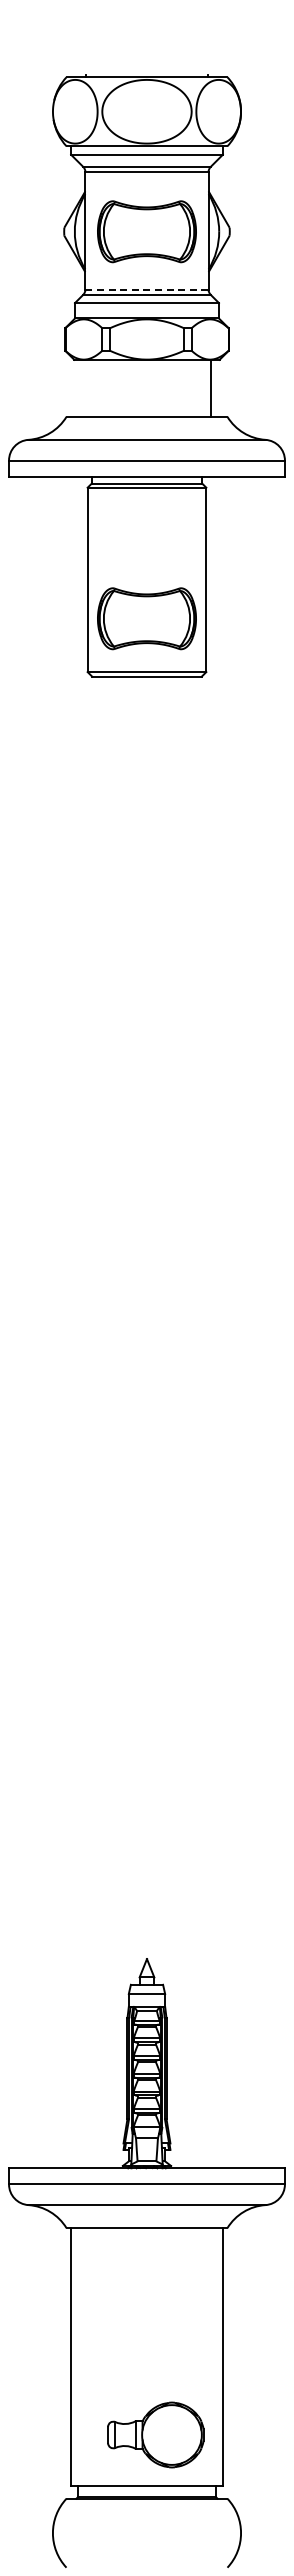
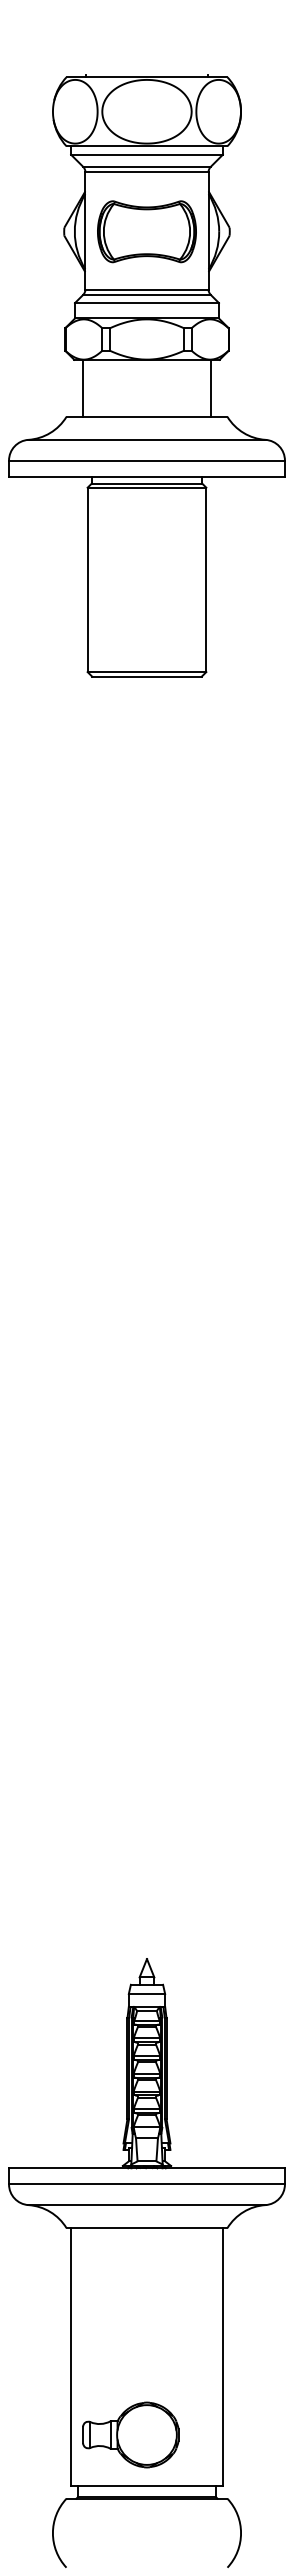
line at (147, 289): dashed -> solid
line at (82, 387): none -> present
part at (146, 618): present -> none
part at (155, 2434) position: (155, 2434) -> (130, 2434)
